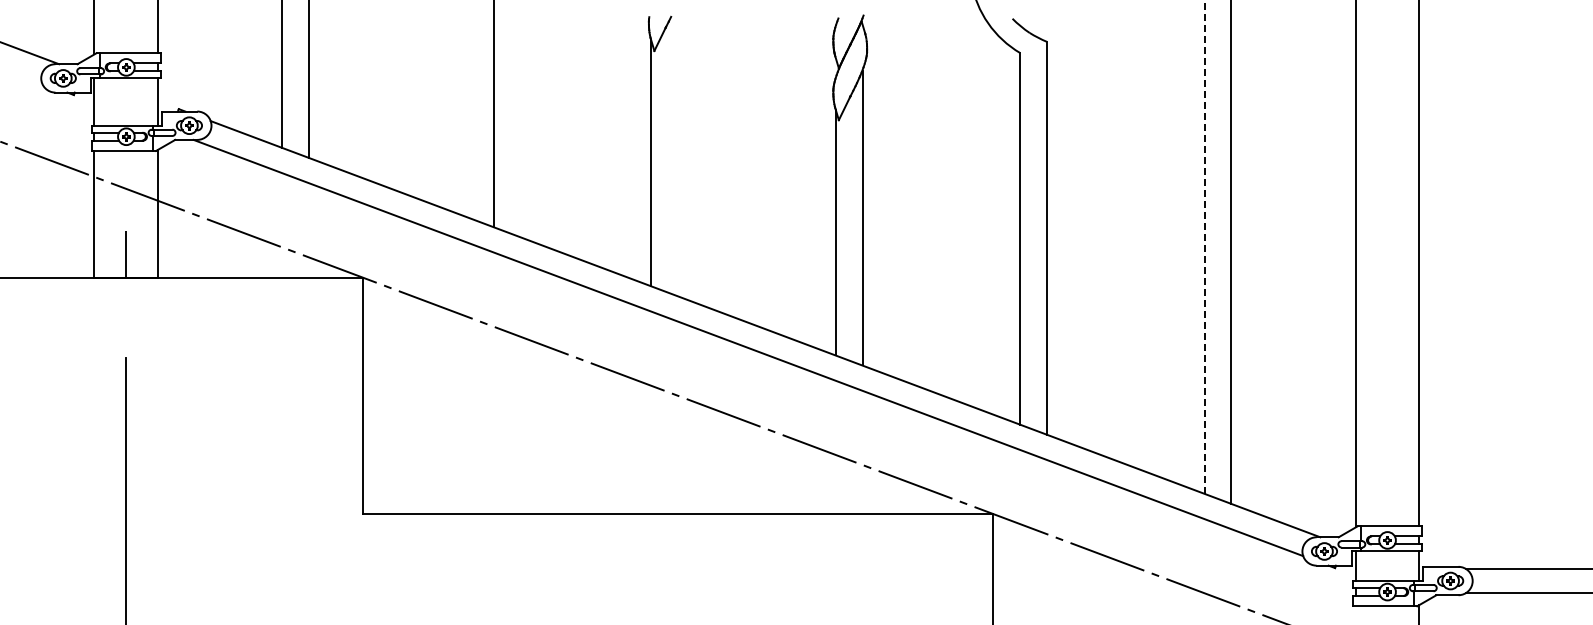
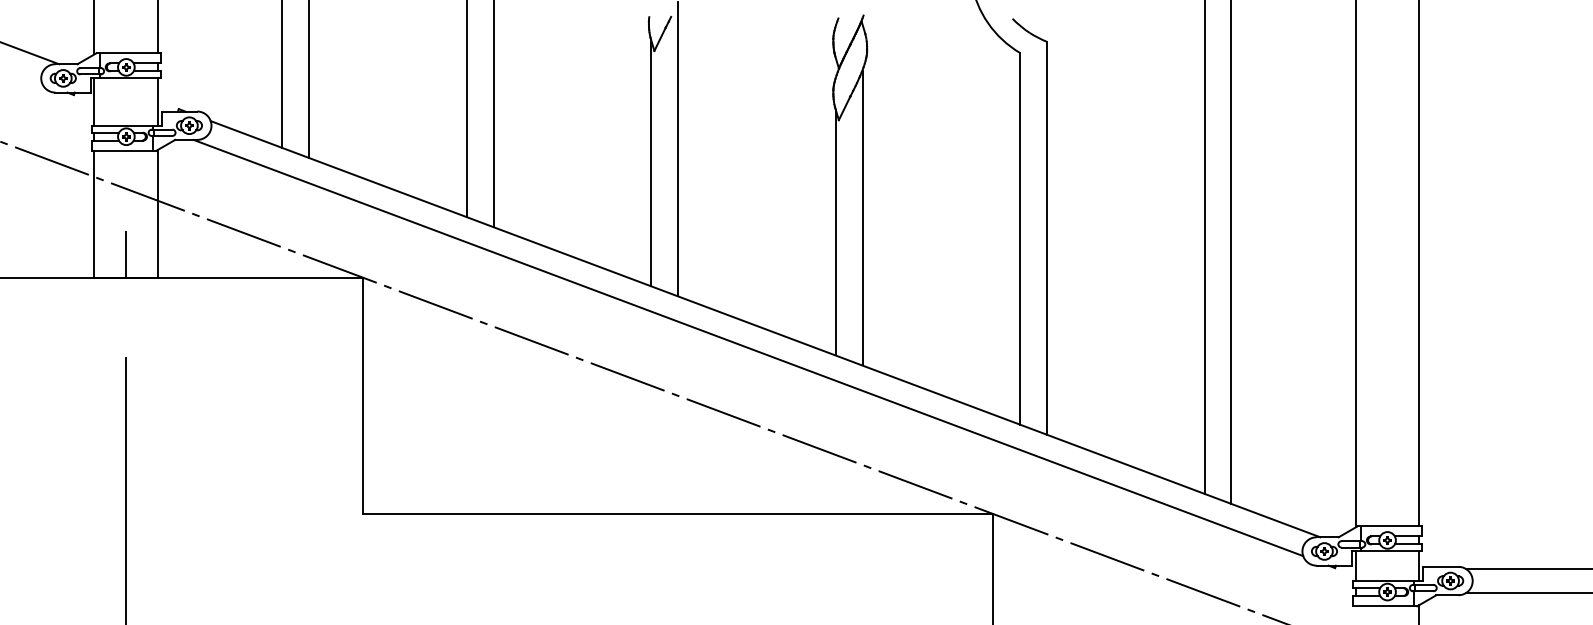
line at (466, 109): none -> present
line at (678, 149): none -> present
line at (1204, 247): dashed -> solid
